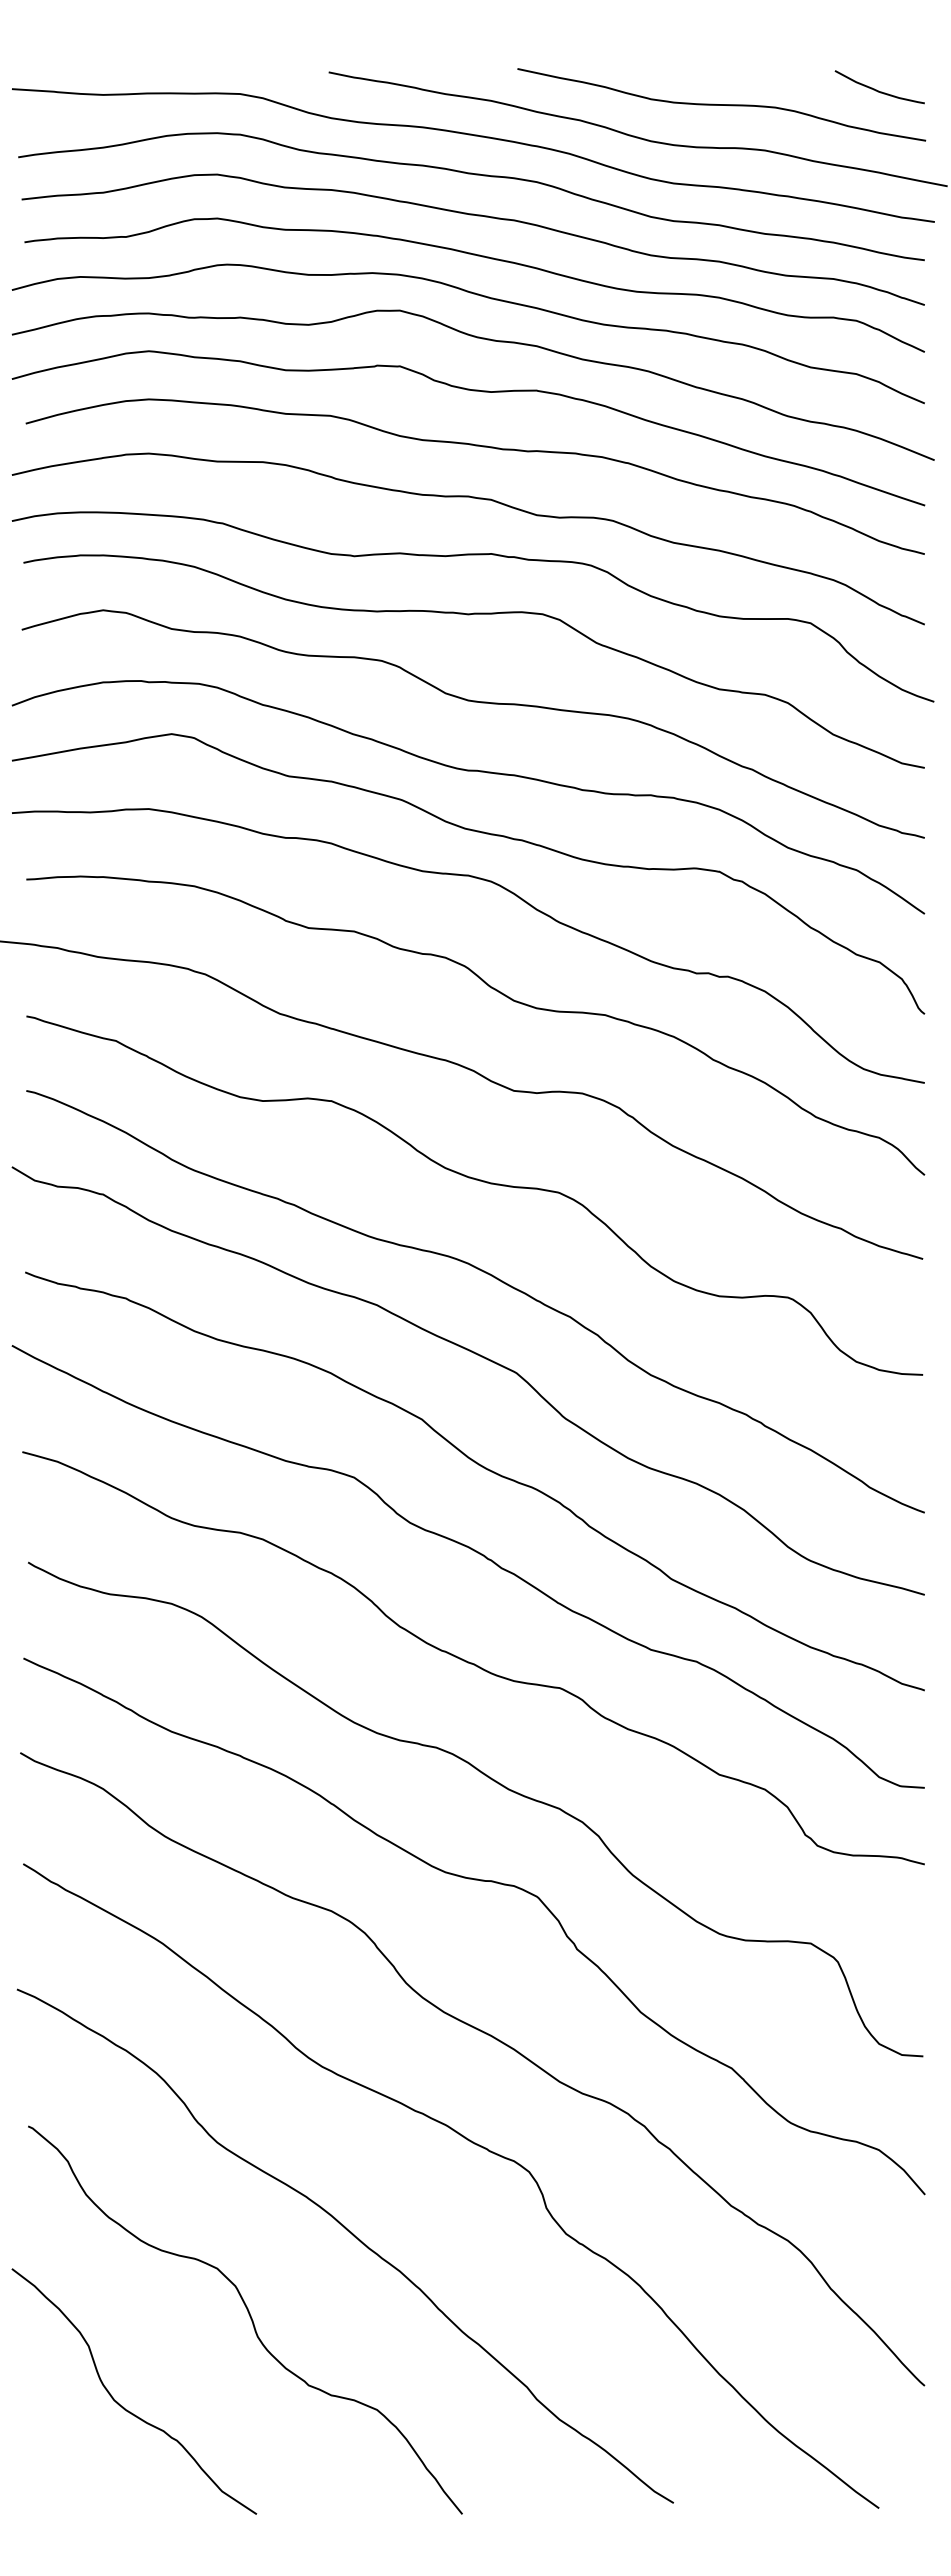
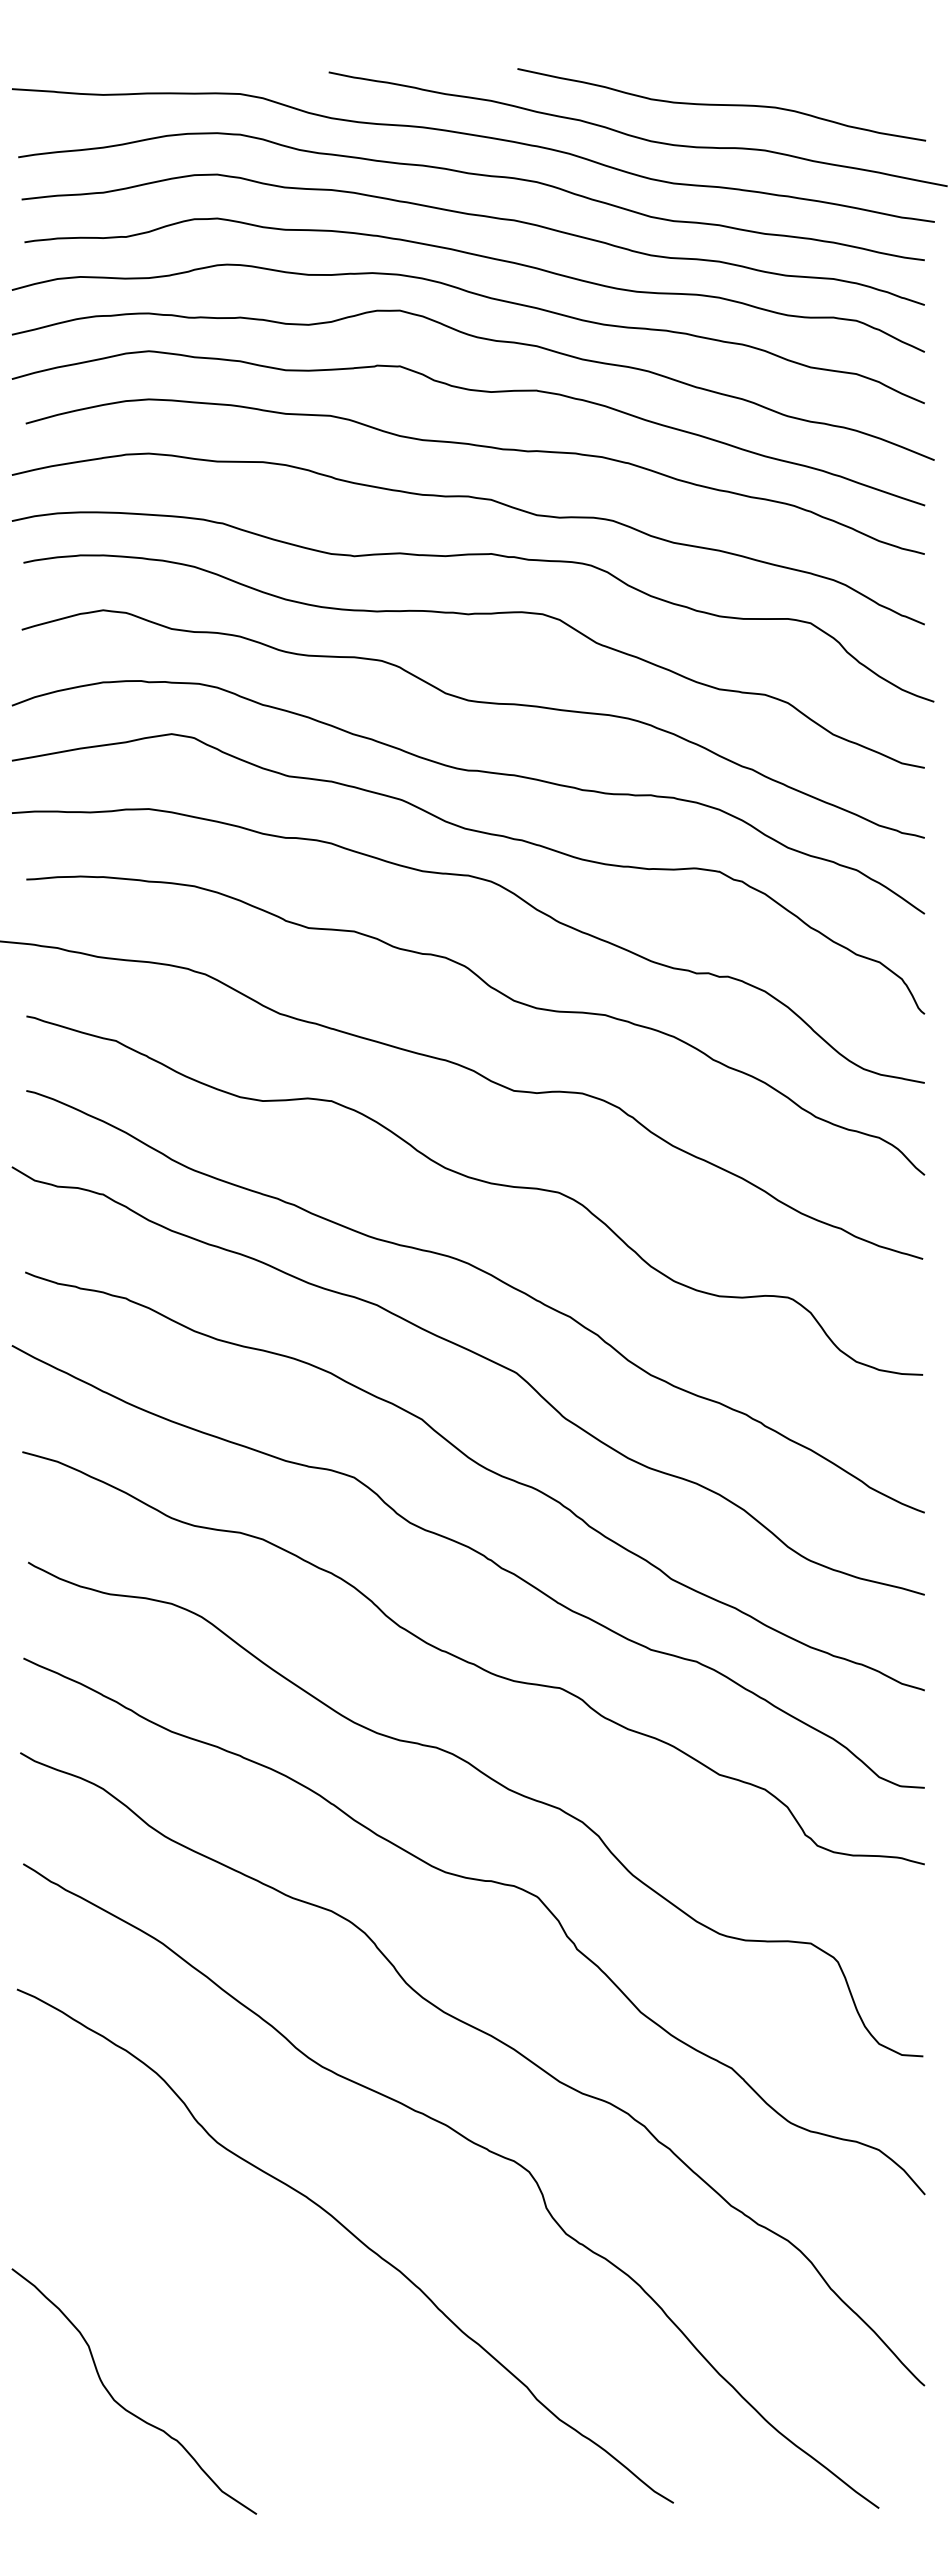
curve at (878, 90): present -> none
curve at (249, 2316): present -> none
